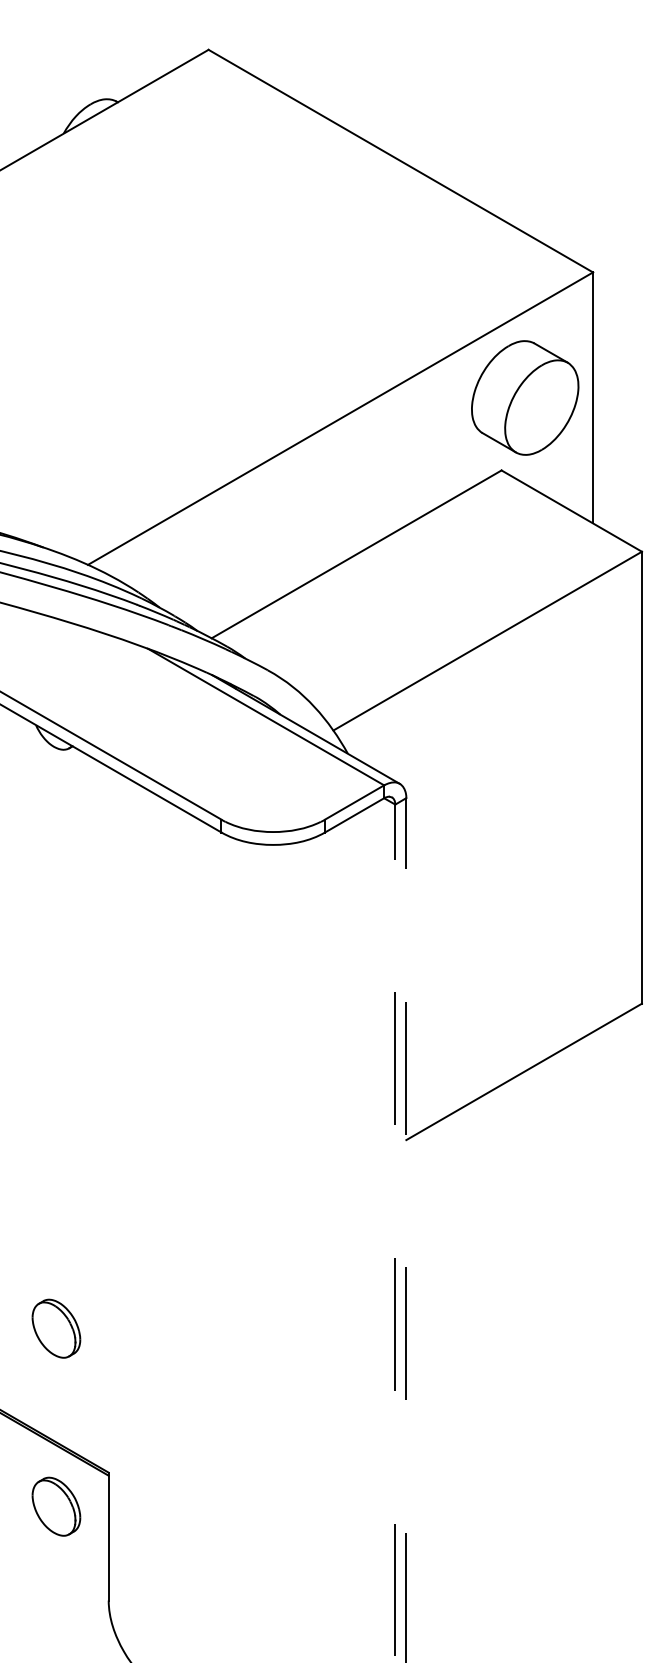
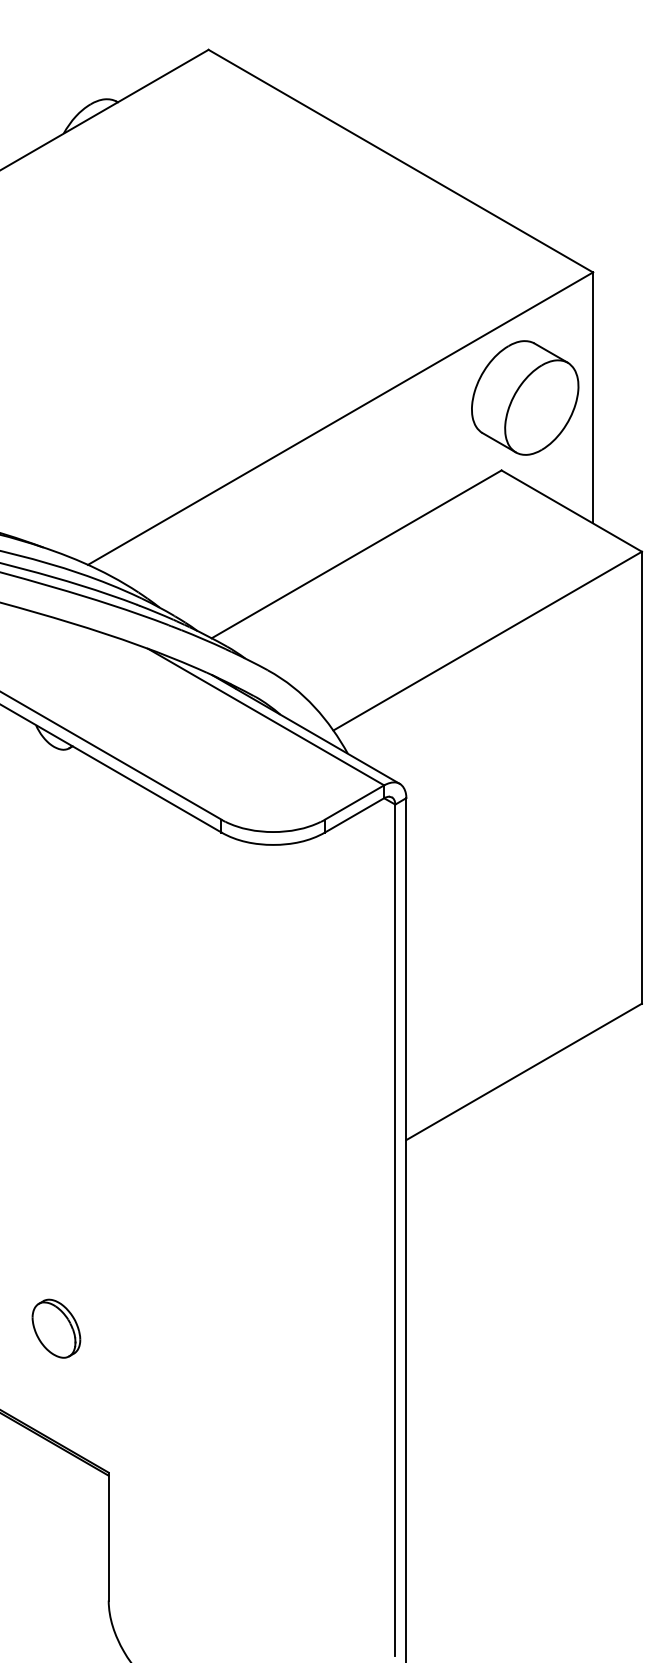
line at (406, 1229): dashed -> solid
line at (395, 1230): dashed -> solid
part at (56, 1506): present -> none
